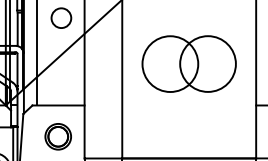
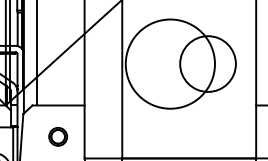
circle at (61, 17): present -> none
circle at (170, 64) diameter: 56 px -> 89 px
part at (57, 136) size: 28x28 px -> 20x20 px
